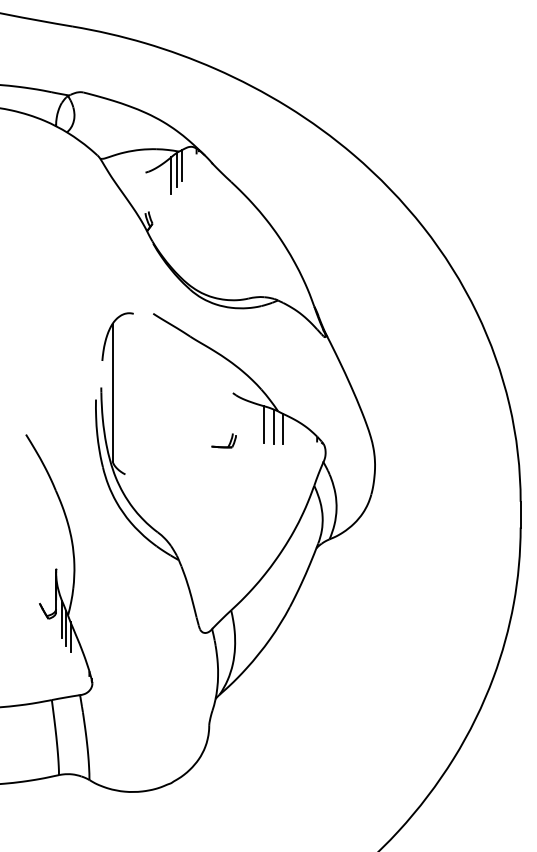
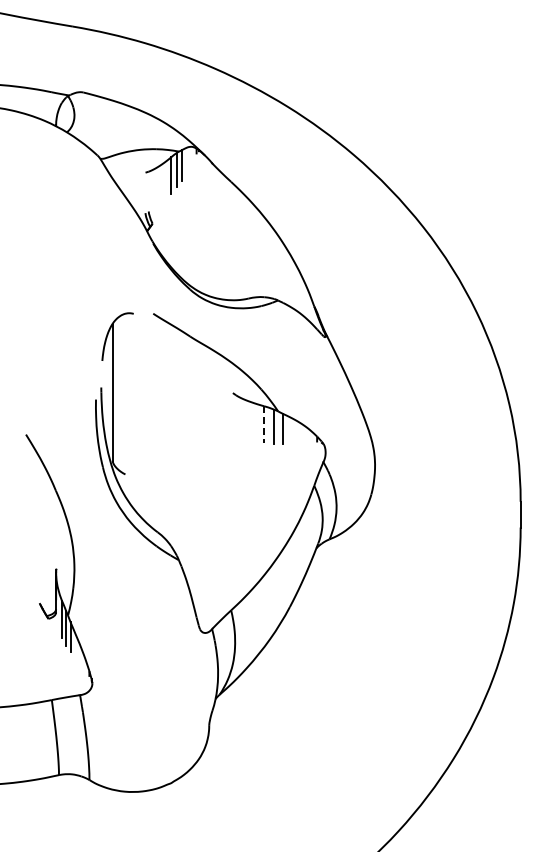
line at (264, 424): solid -> dashed
part at (223, 440): present -> none
